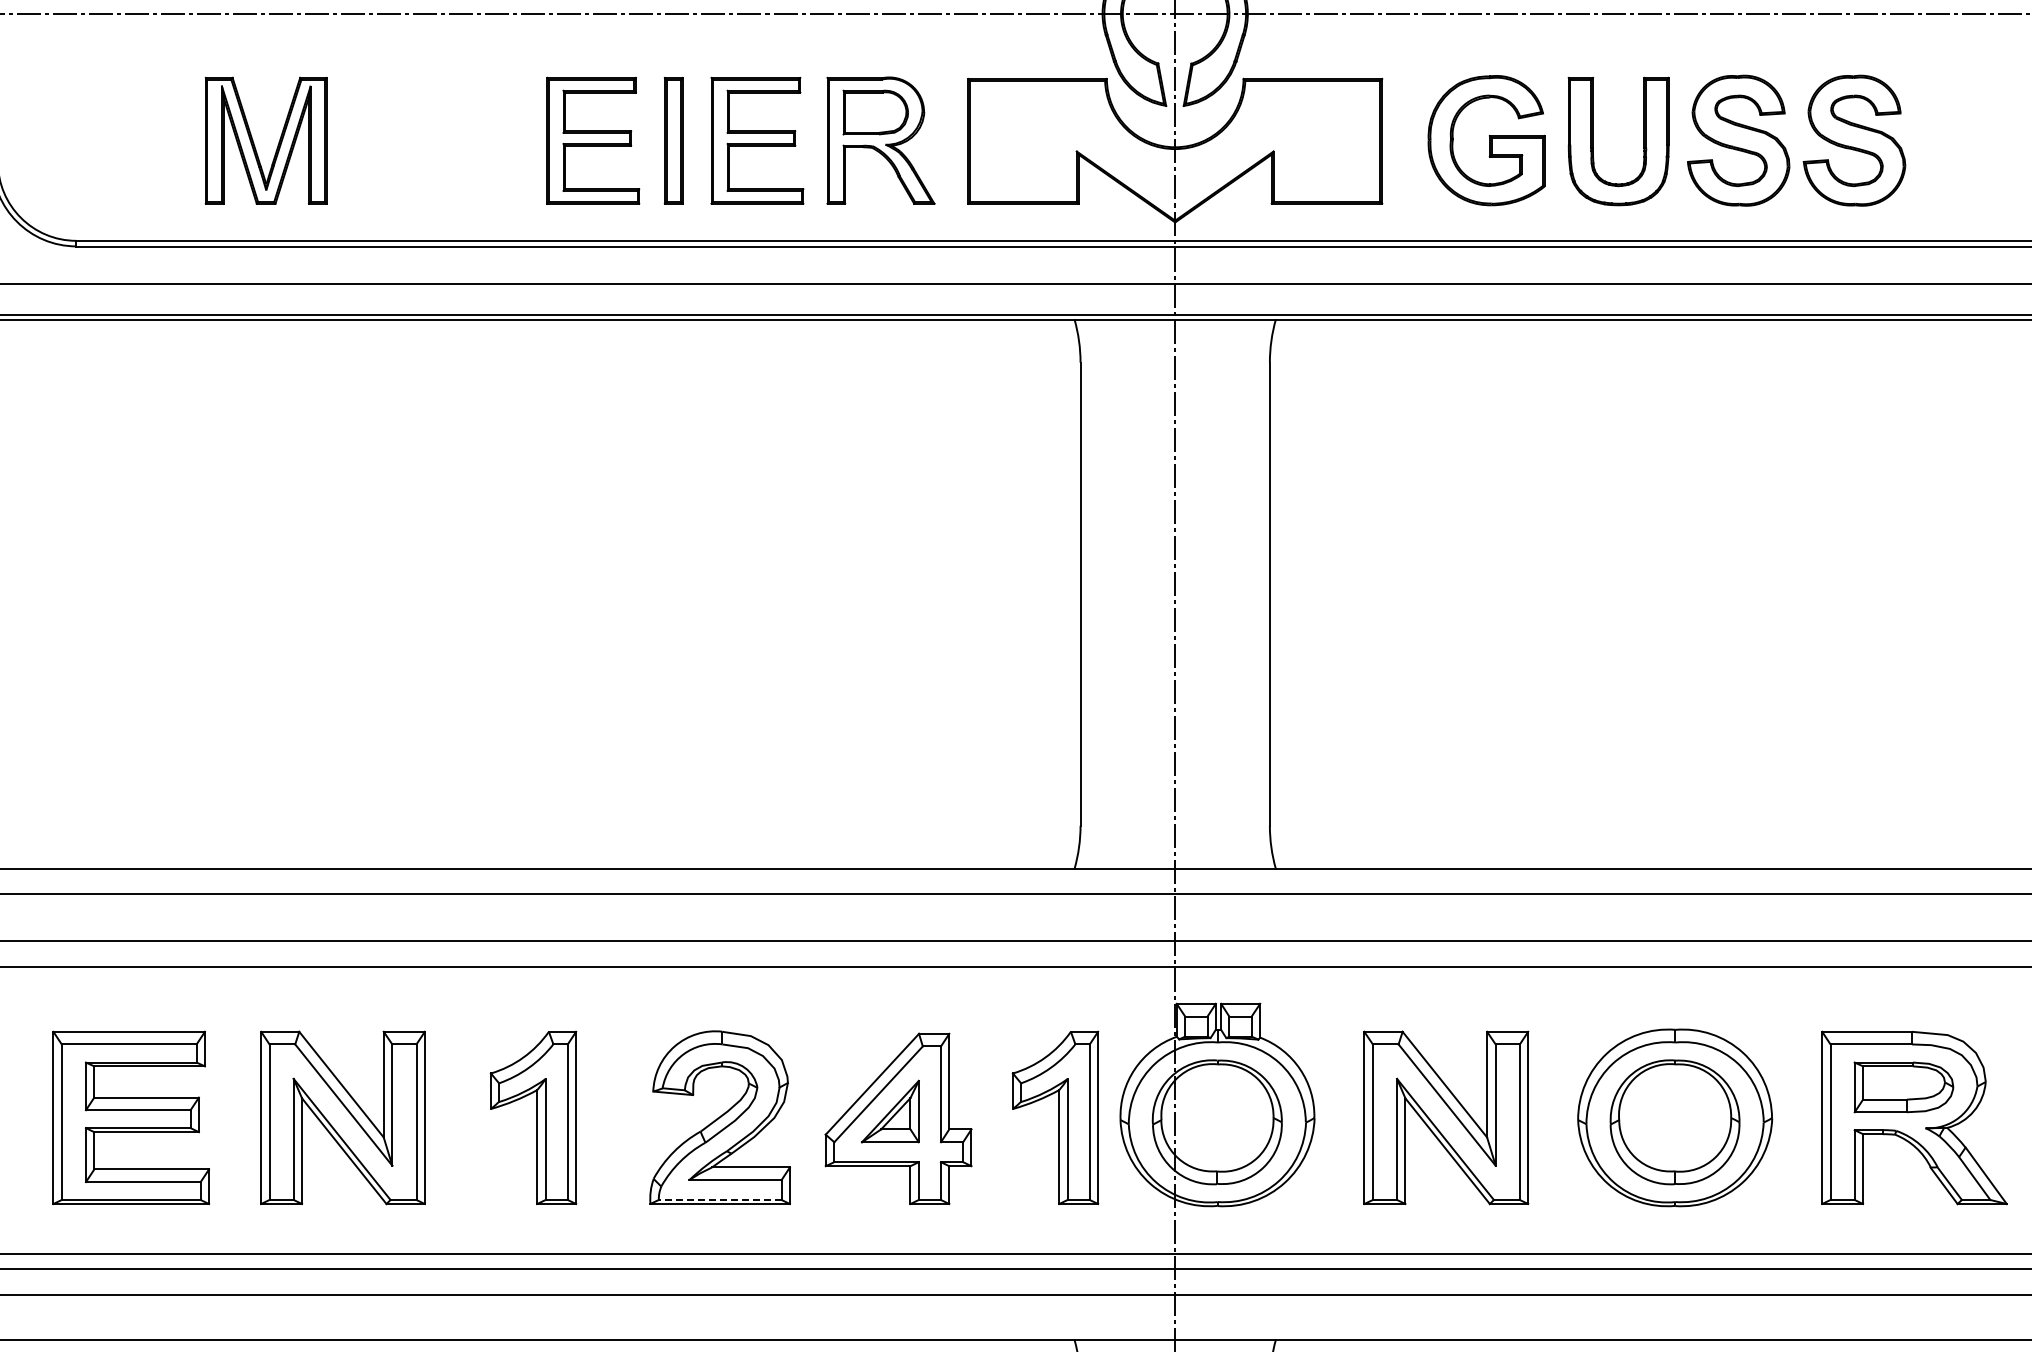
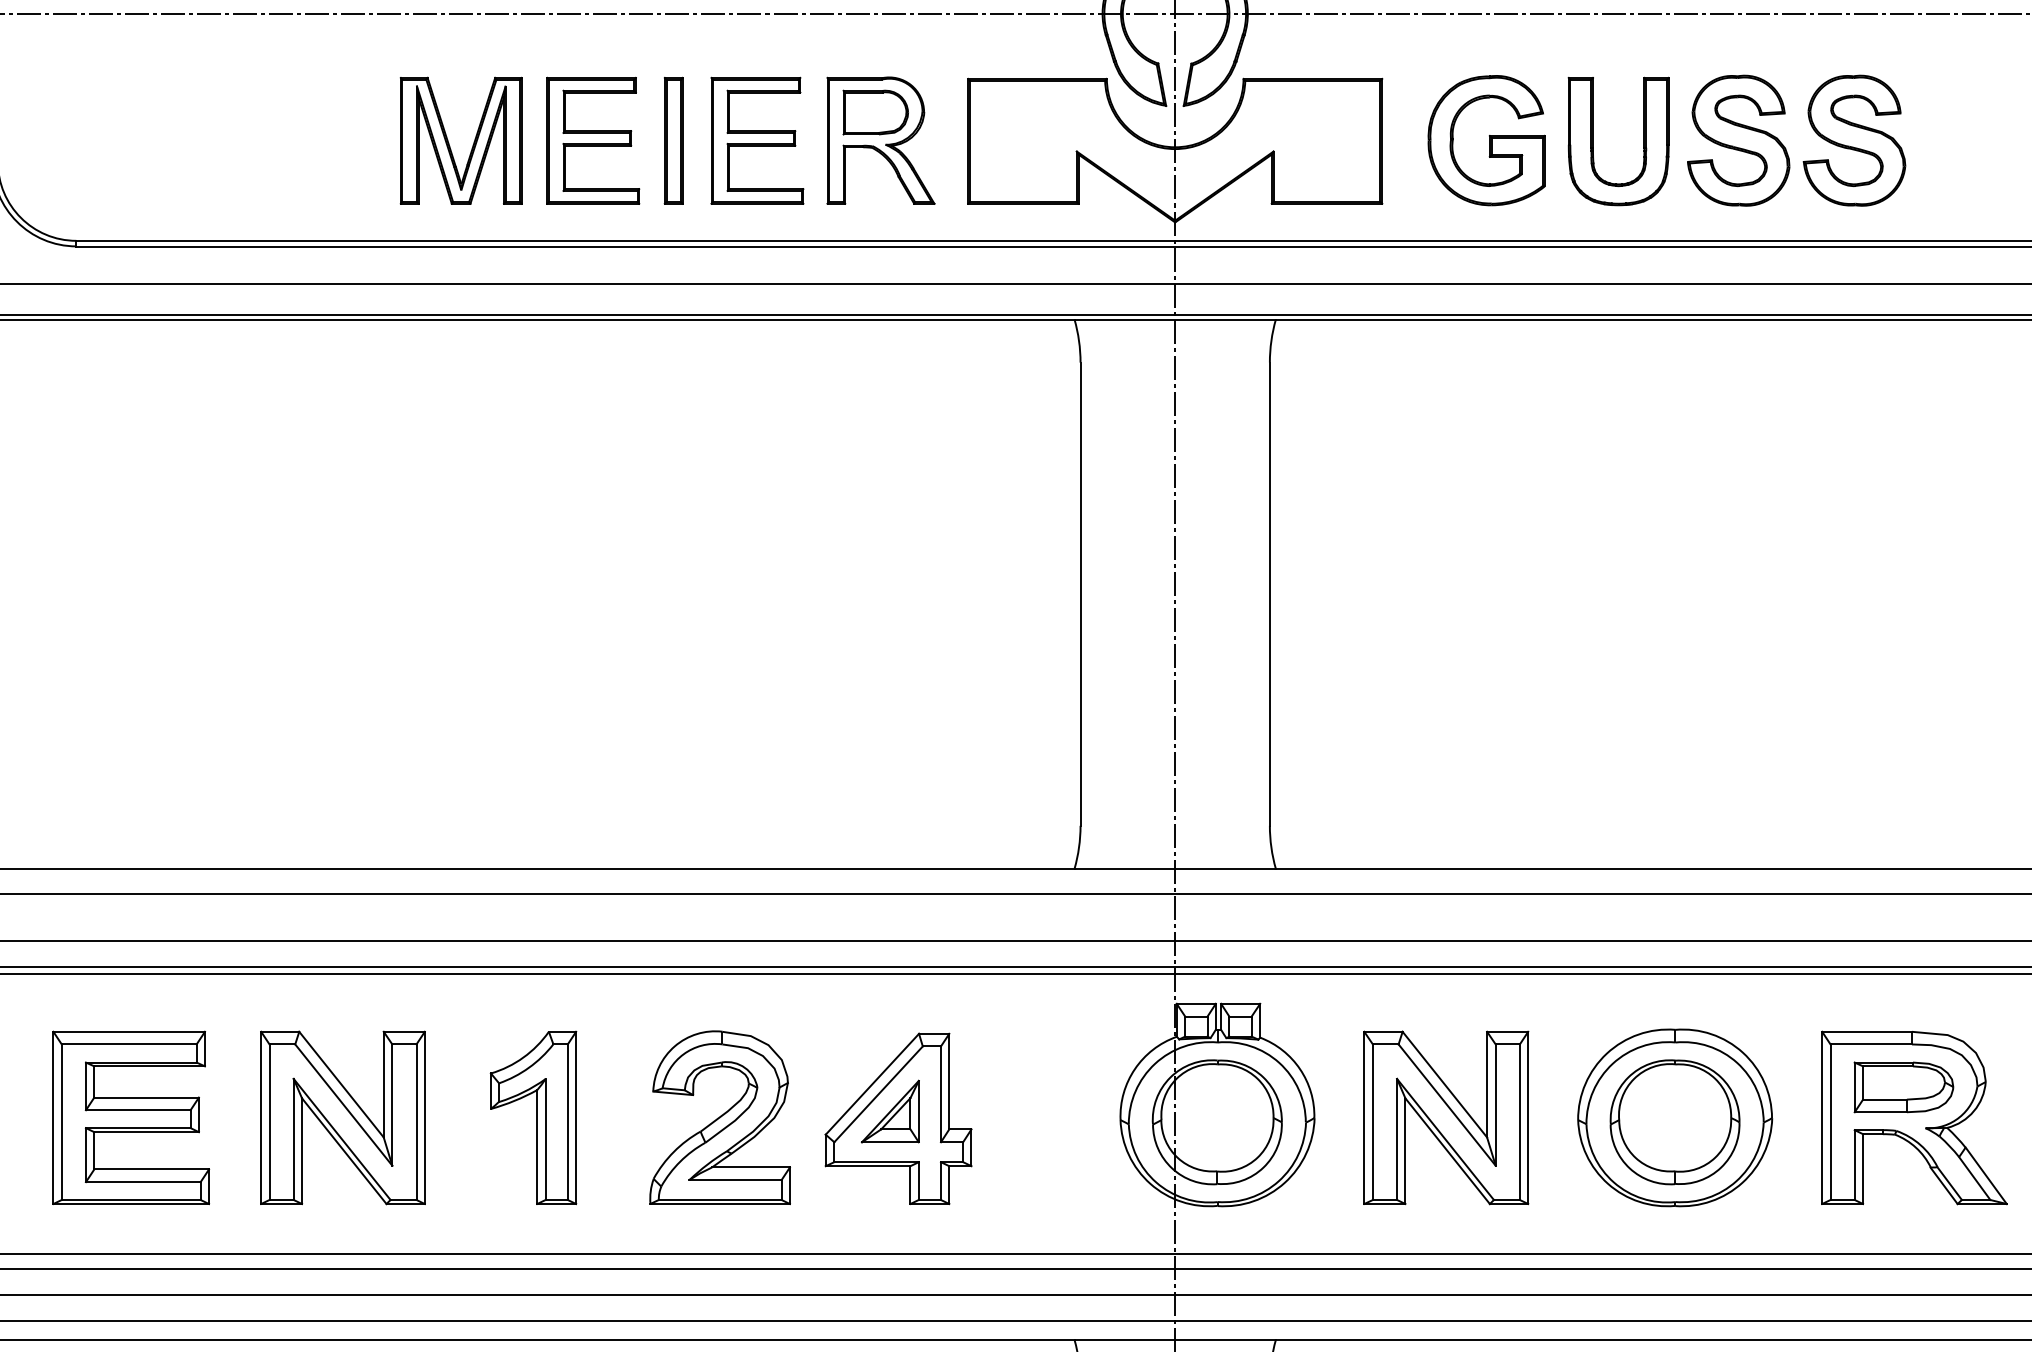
part at (254, 143) position: (254, 143) -> (449, 143)
line at (1015, 973): none -> present
part at (1055, 1117): present -> none
line at (719, 1199): dashed -> solid
line at (1015, 1321): none -> present
